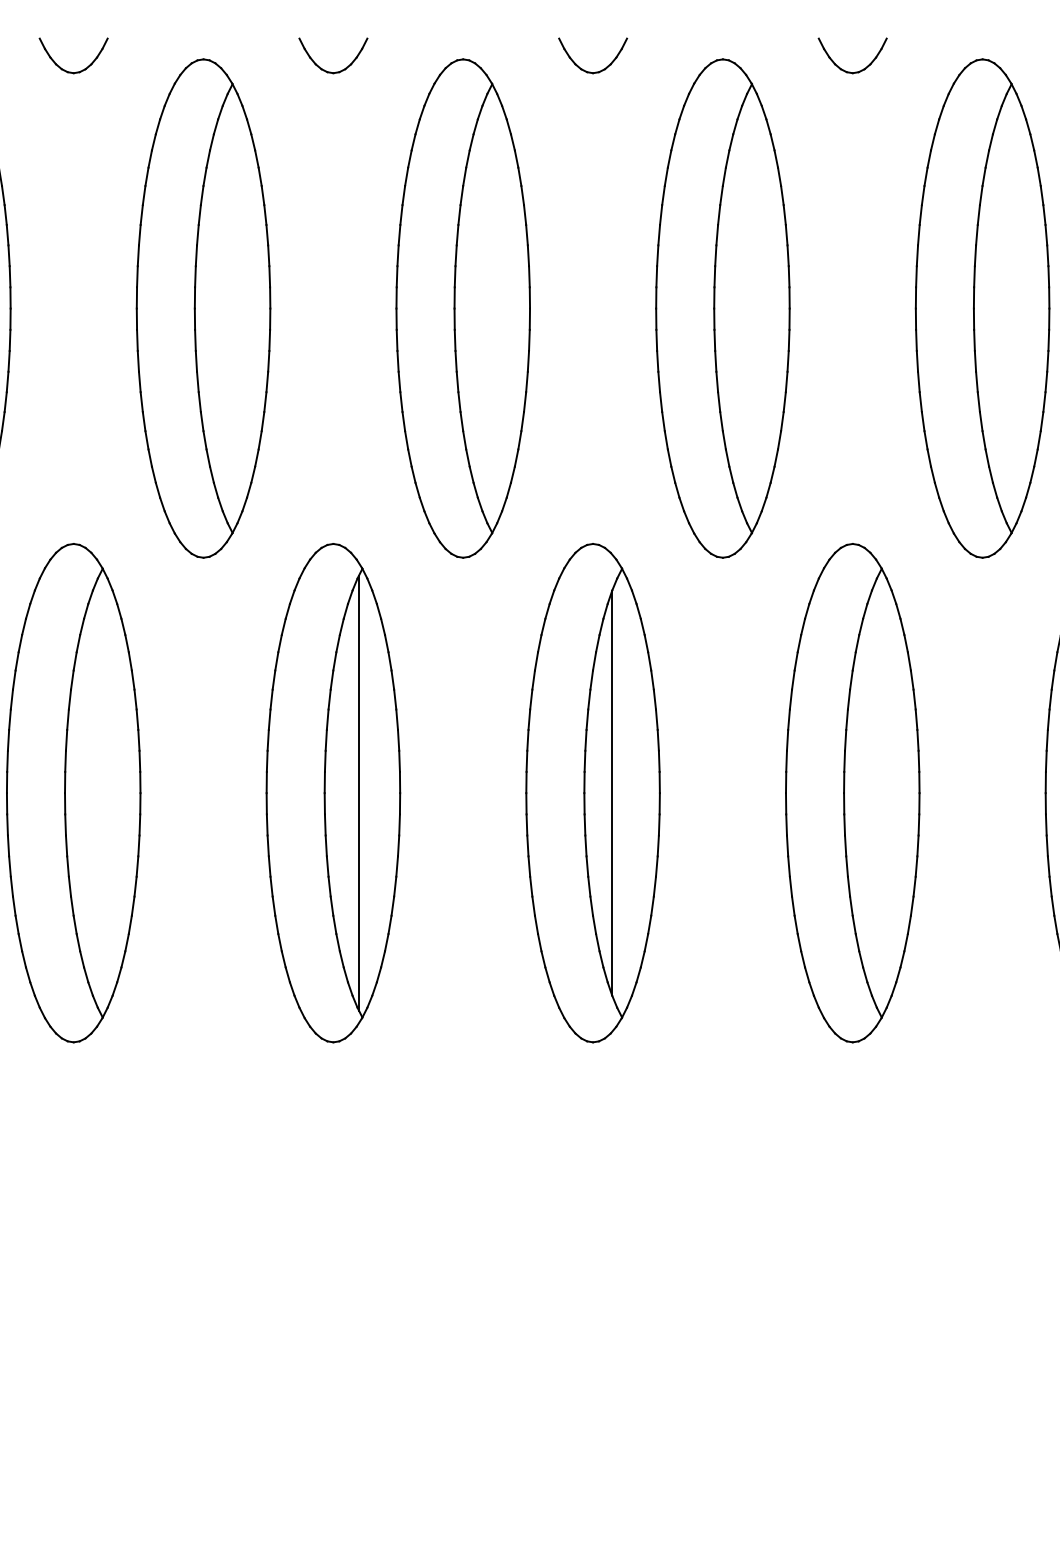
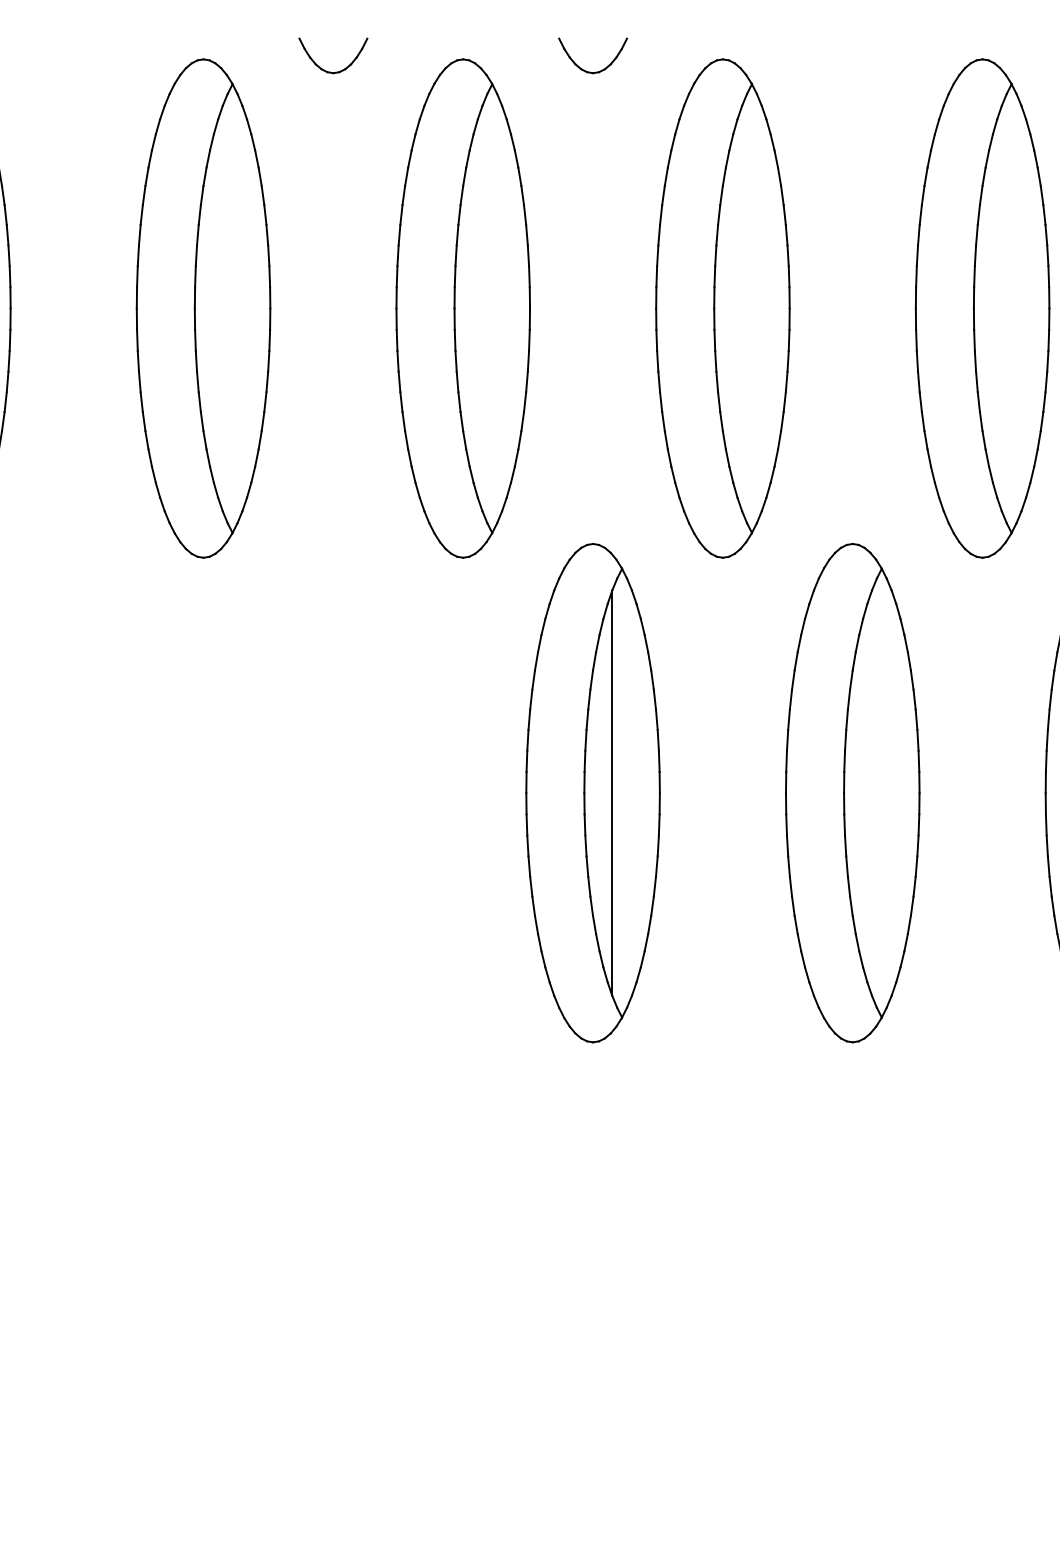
part at (71, 71): present -> none
part at (850, 71): present -> none
part at (73, 793): present -> none
part at (333, 793): present -> none
